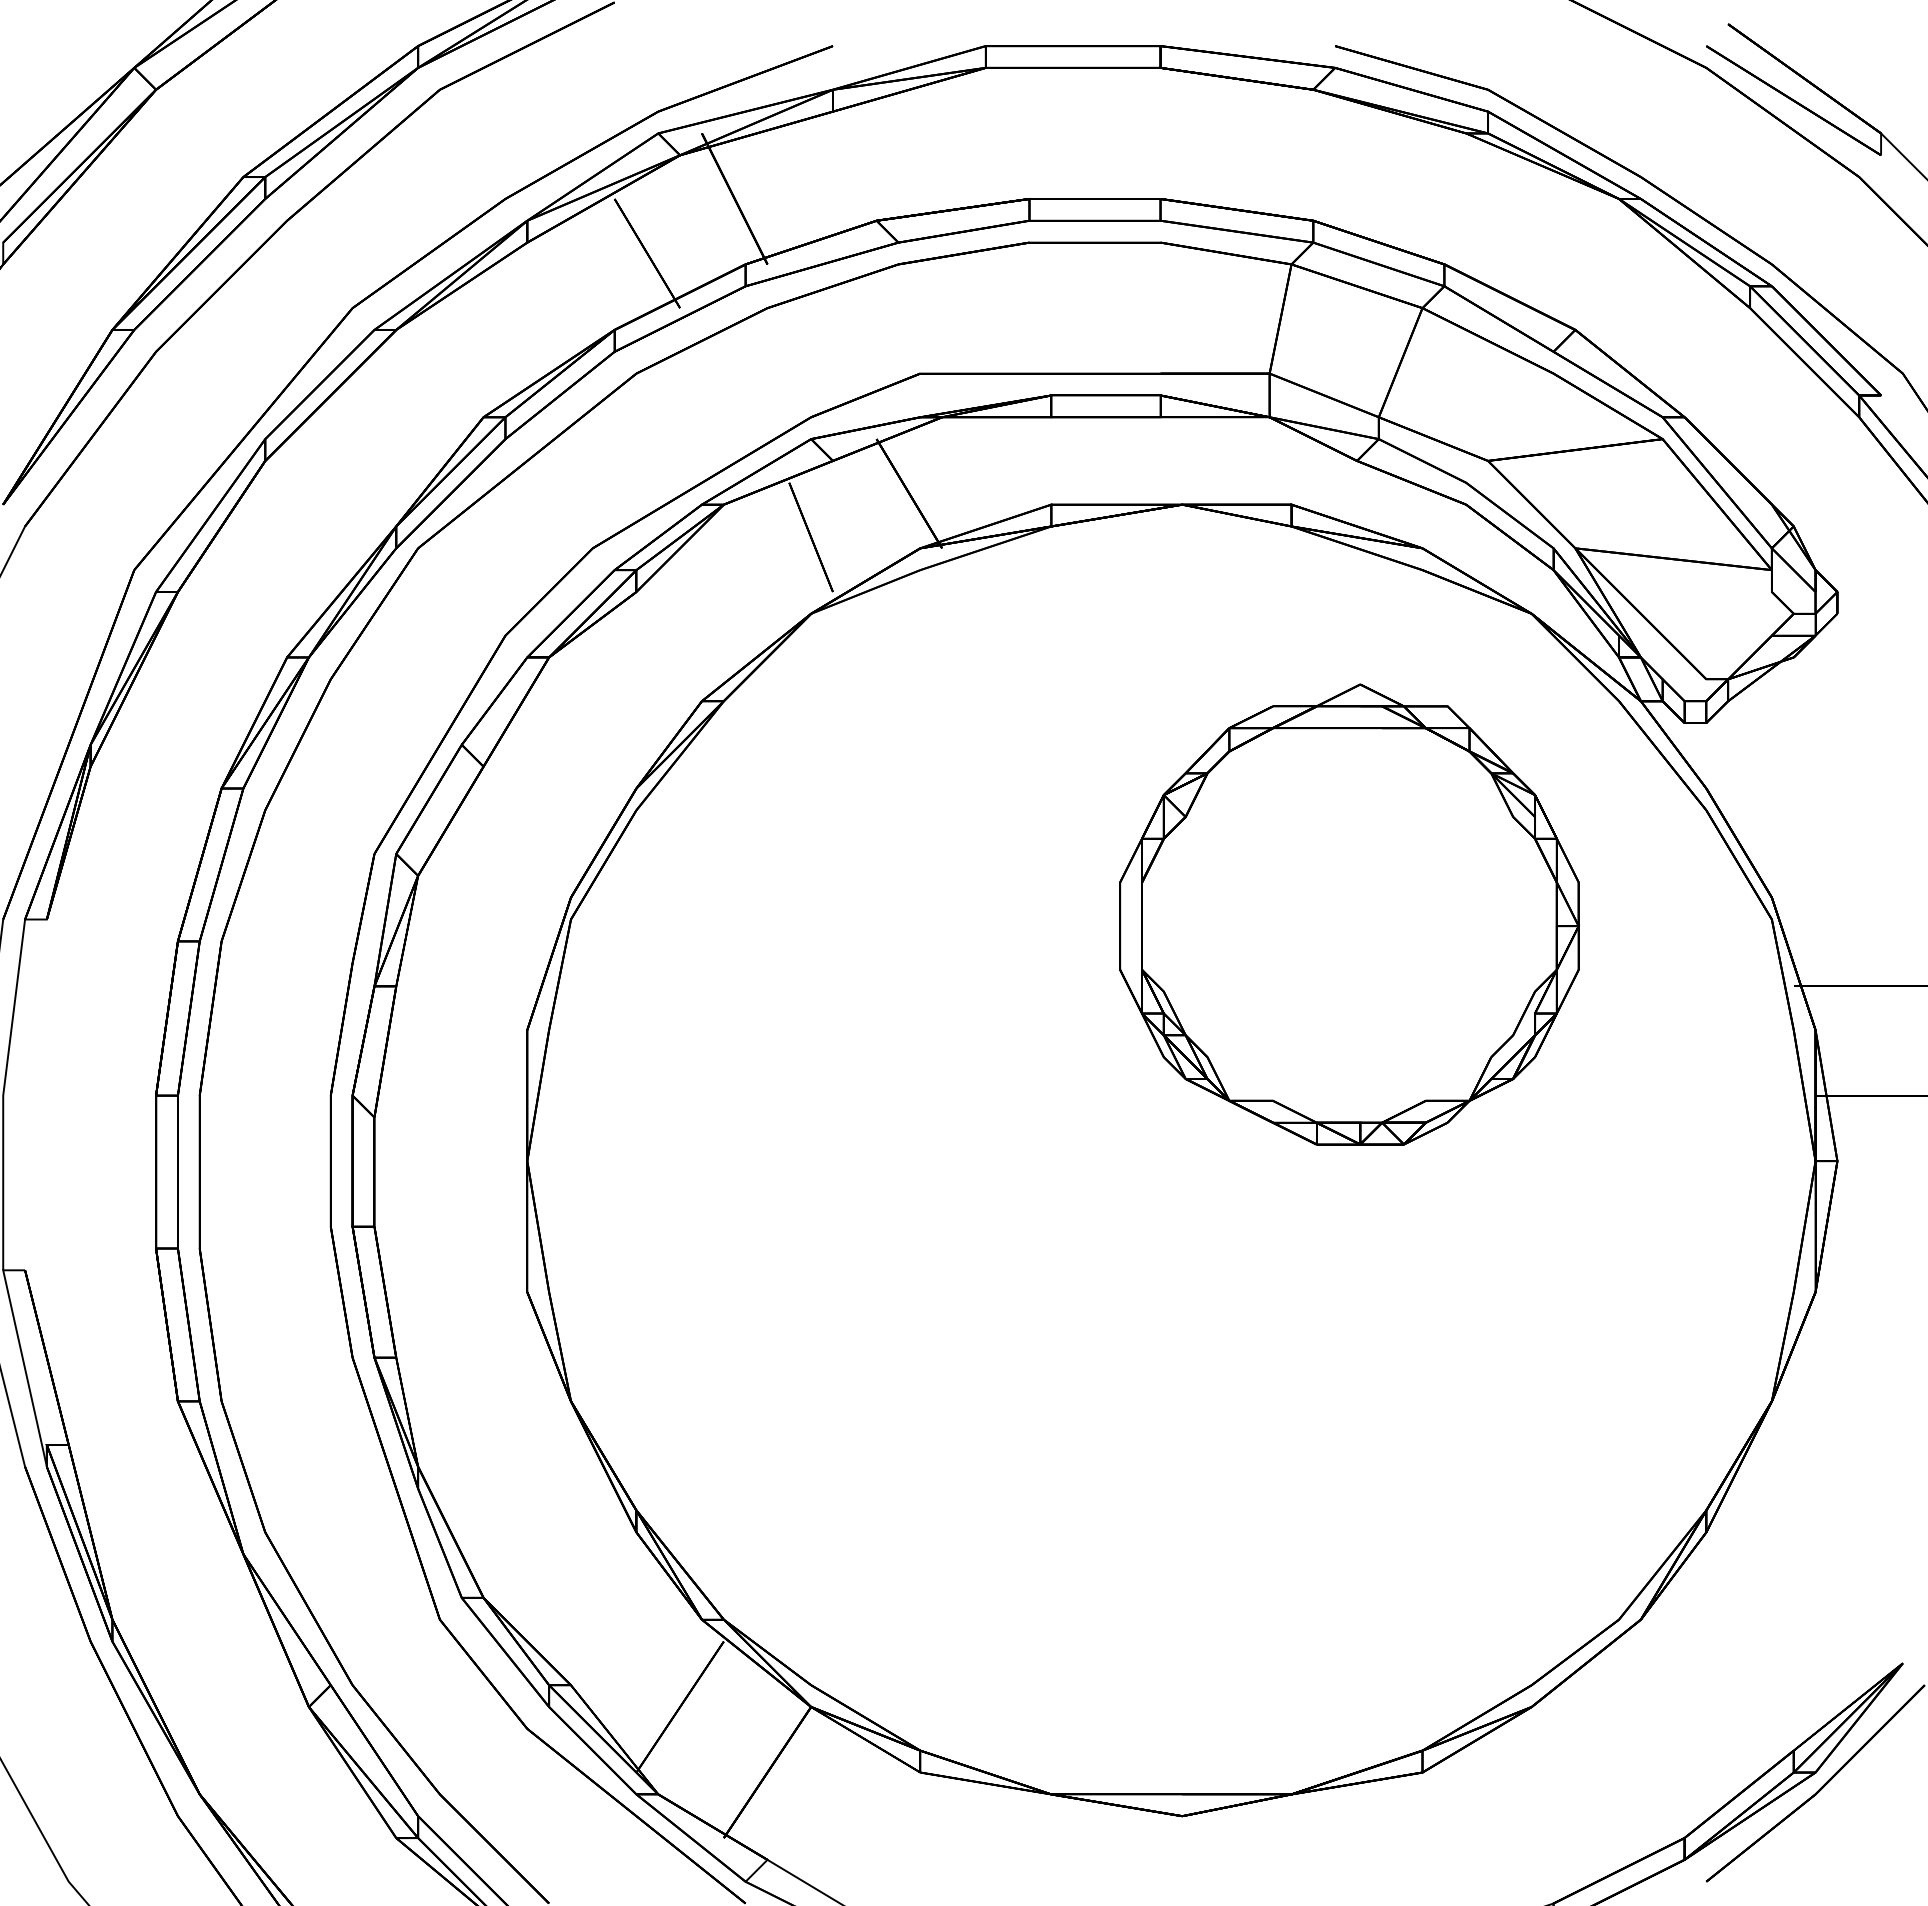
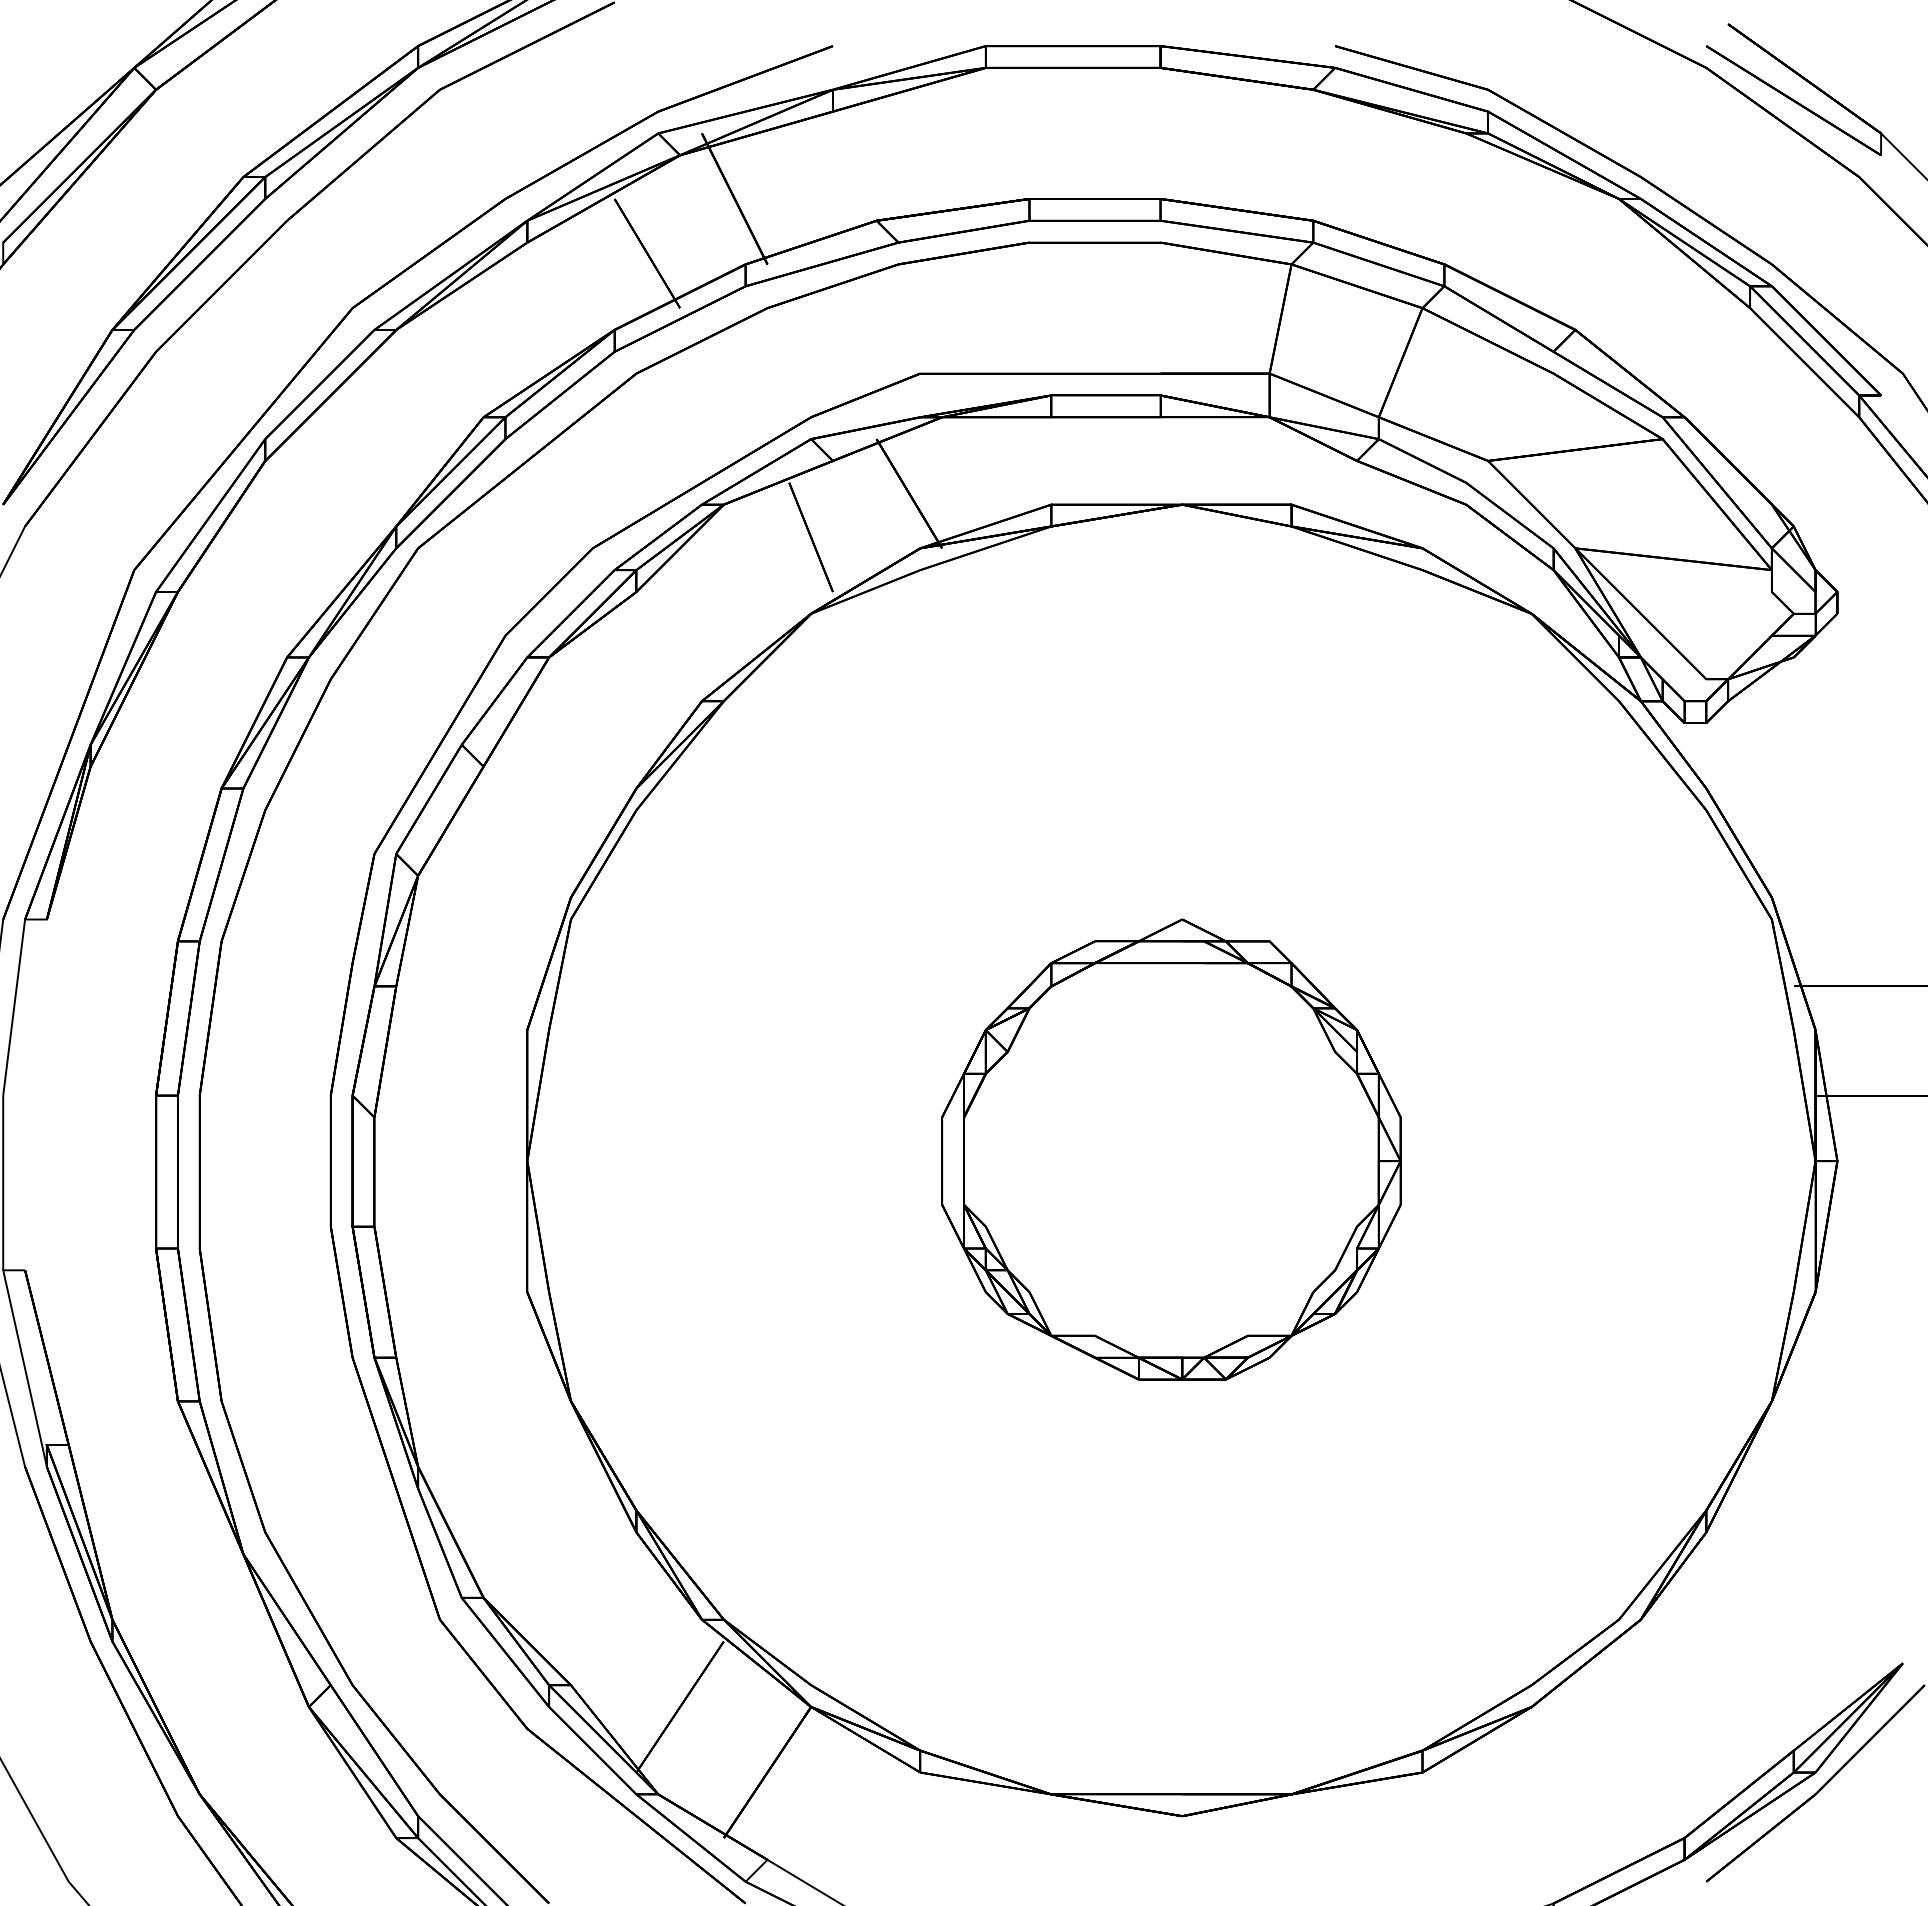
part at (1349, 914) position: (1349, 914) -> (1171, 1149)
